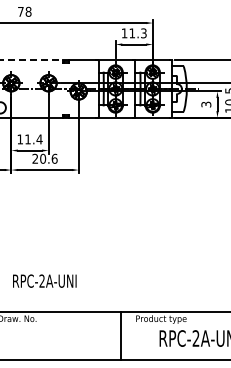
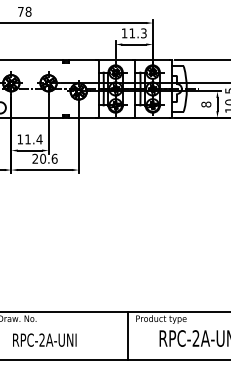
line at (32, 60): dashed -> solid
text at (206, 104): 3 -> 8
text at (44, 280) position: (44, 280) -> (44, 339)
line at (121, 335) position: (121, 335) -> (128, 335)
